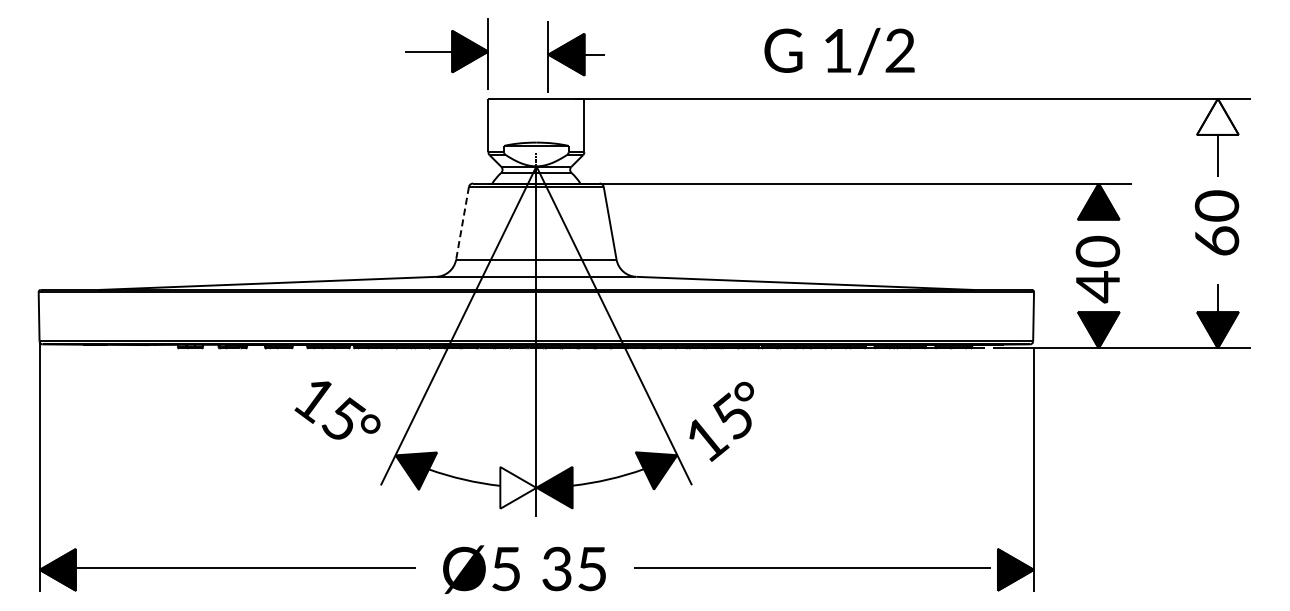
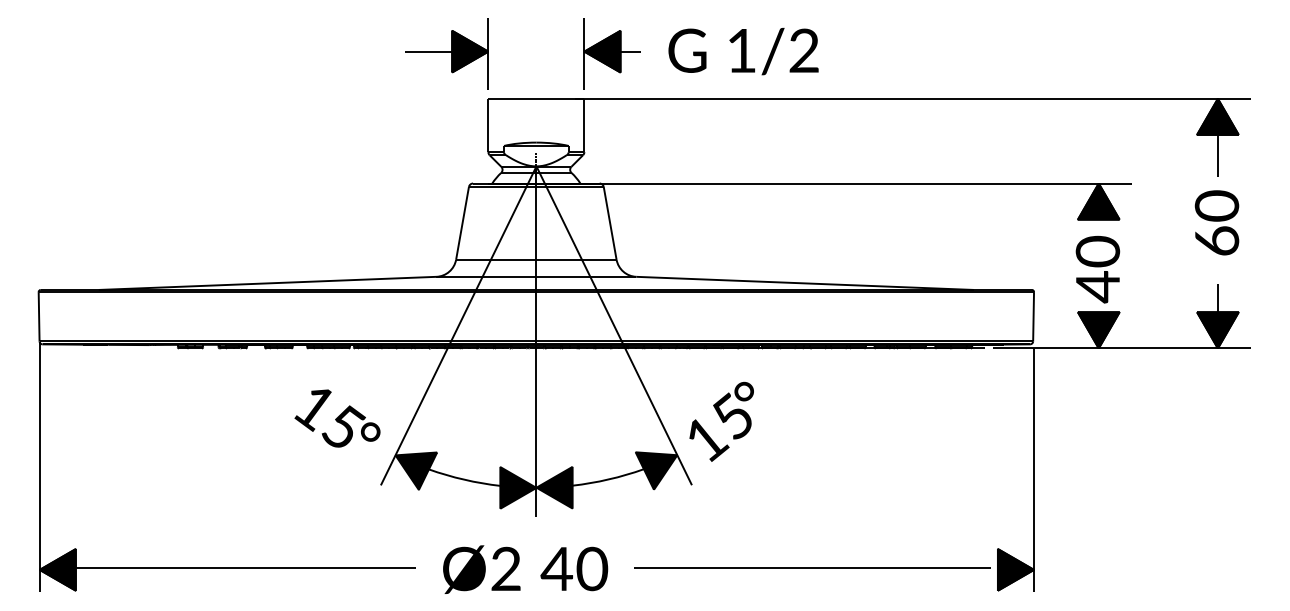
text at (839, 51) position: (839, 51) -> (743, 51)
part at (575, 56) position: (575, 56) -> (611, 53)
fill at (1217, 116): none -> present
line at (462, 223): dashed -> solid
text at (337, 410) position: (337, 410) -> (337, 418)
fill at (518, 487): none -> present
text at (505, 568): Ø5 -> Ø2
text at (574, 568): 35 -> 40
